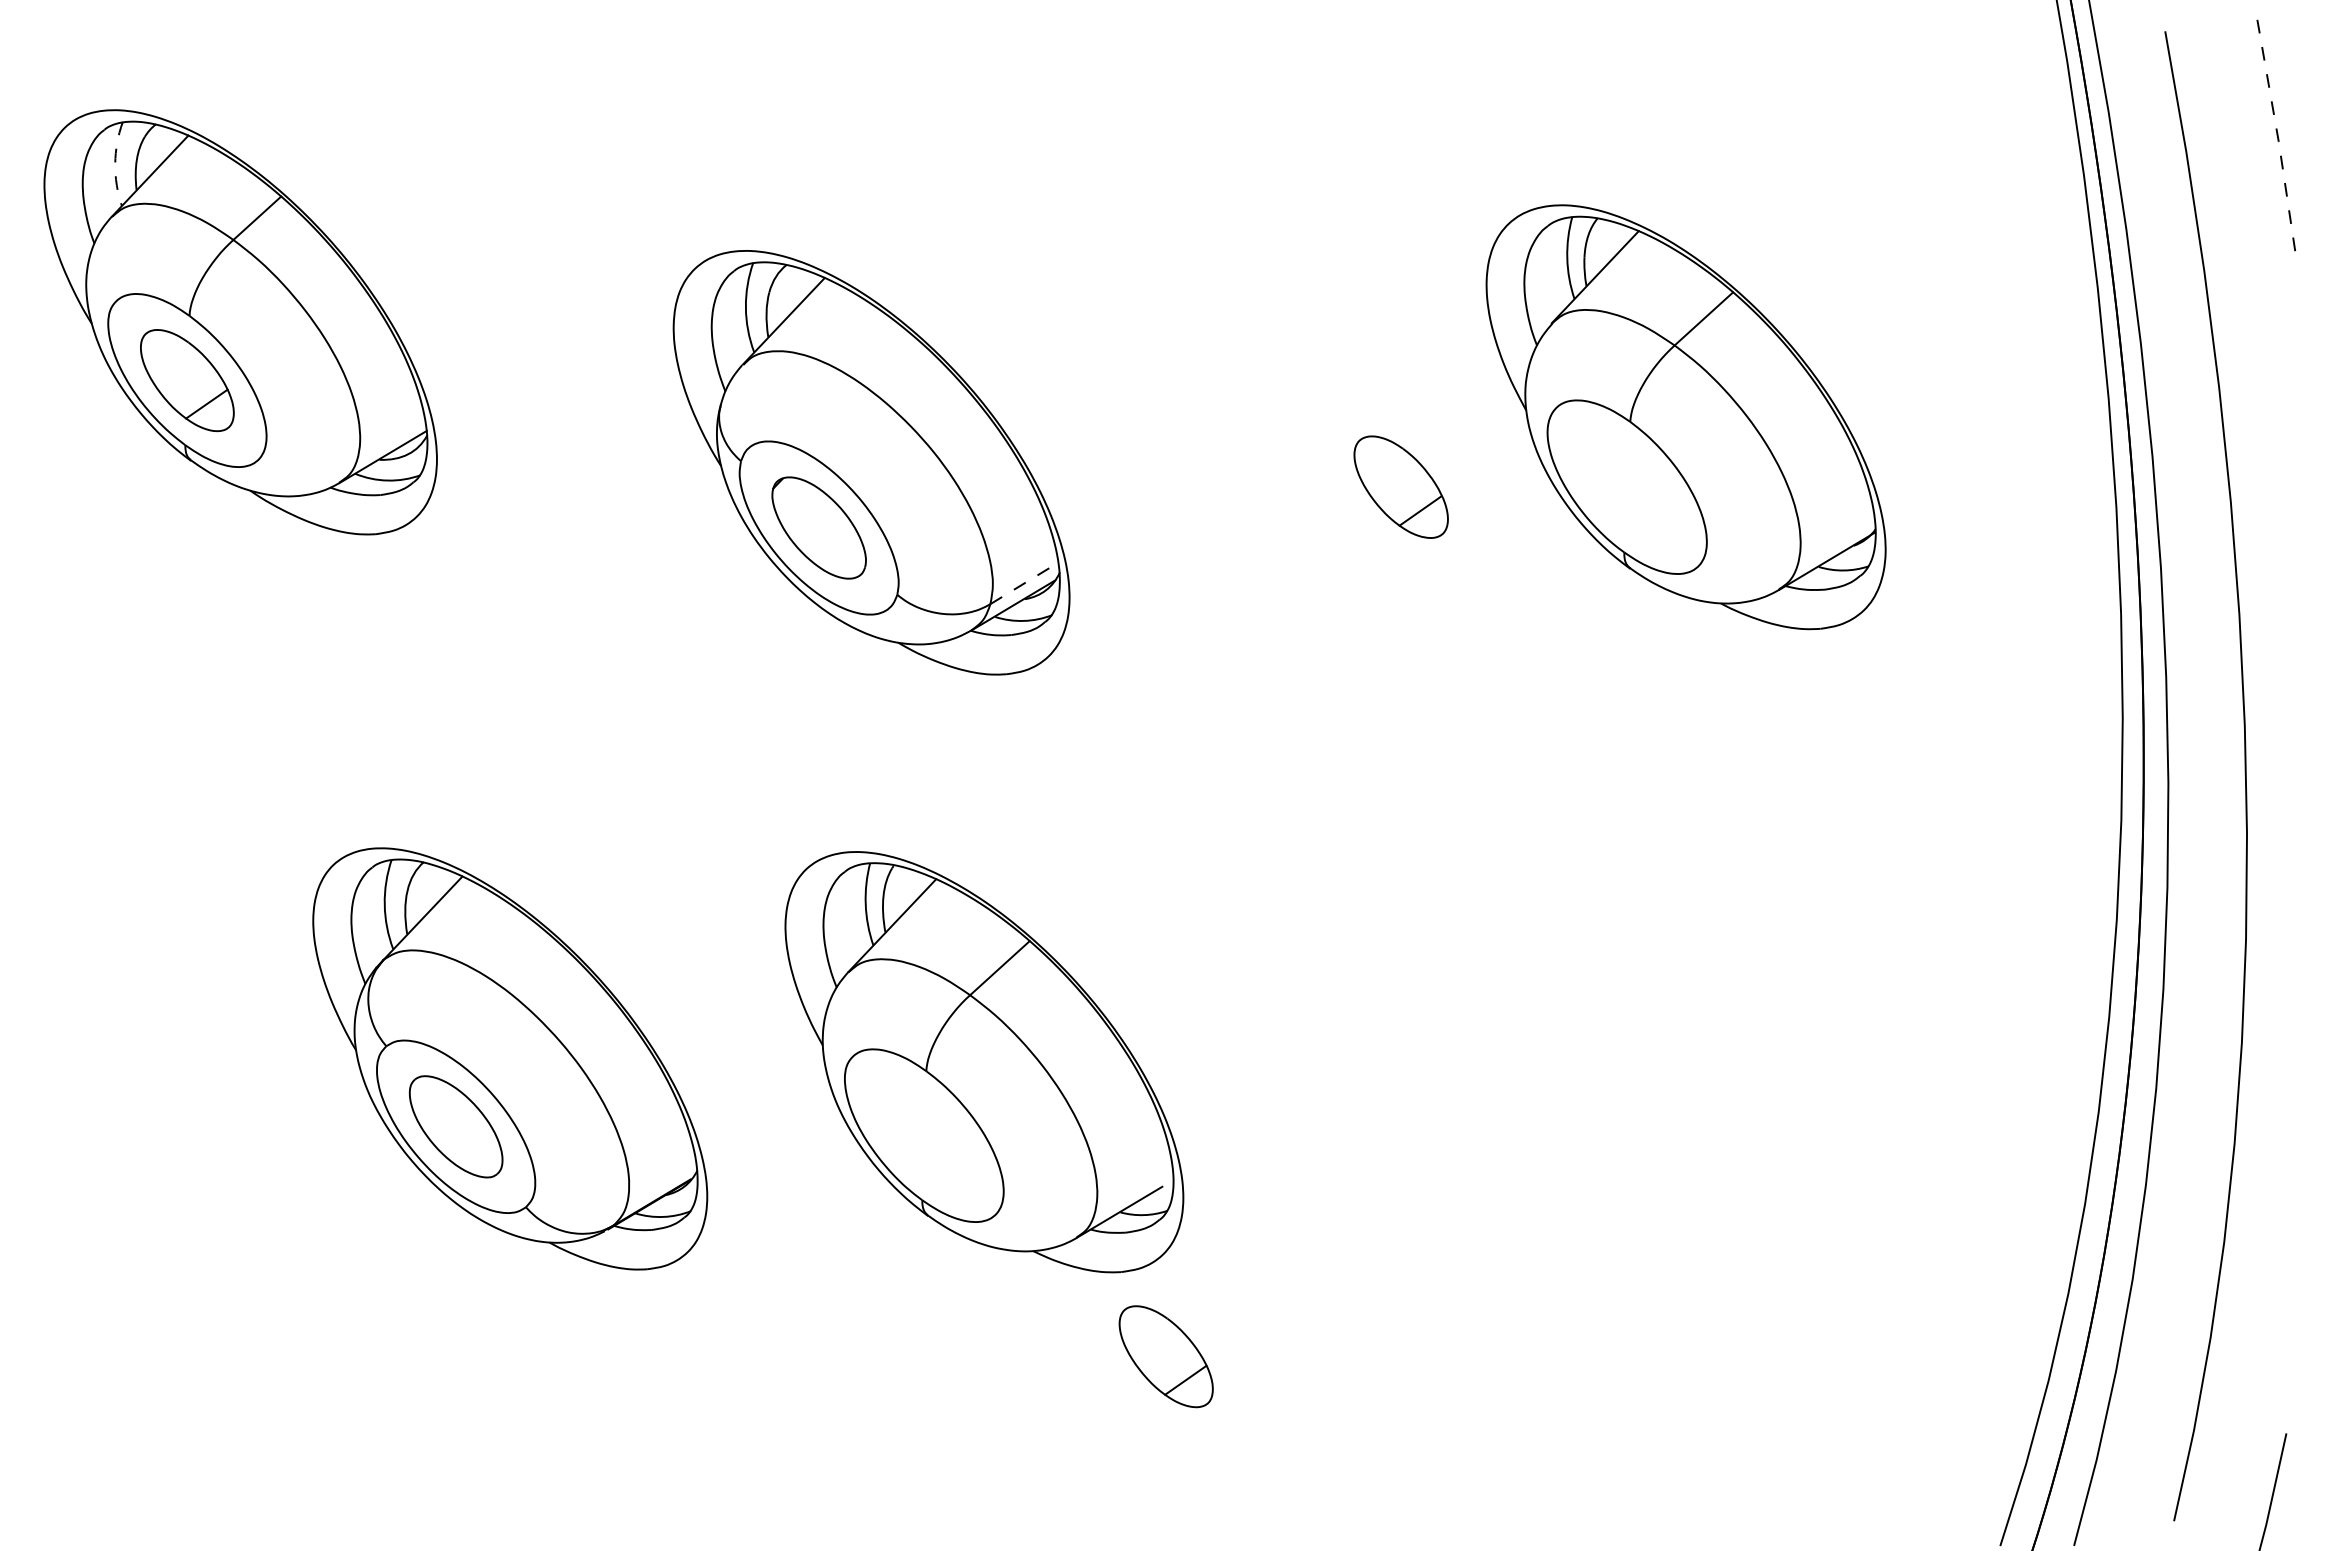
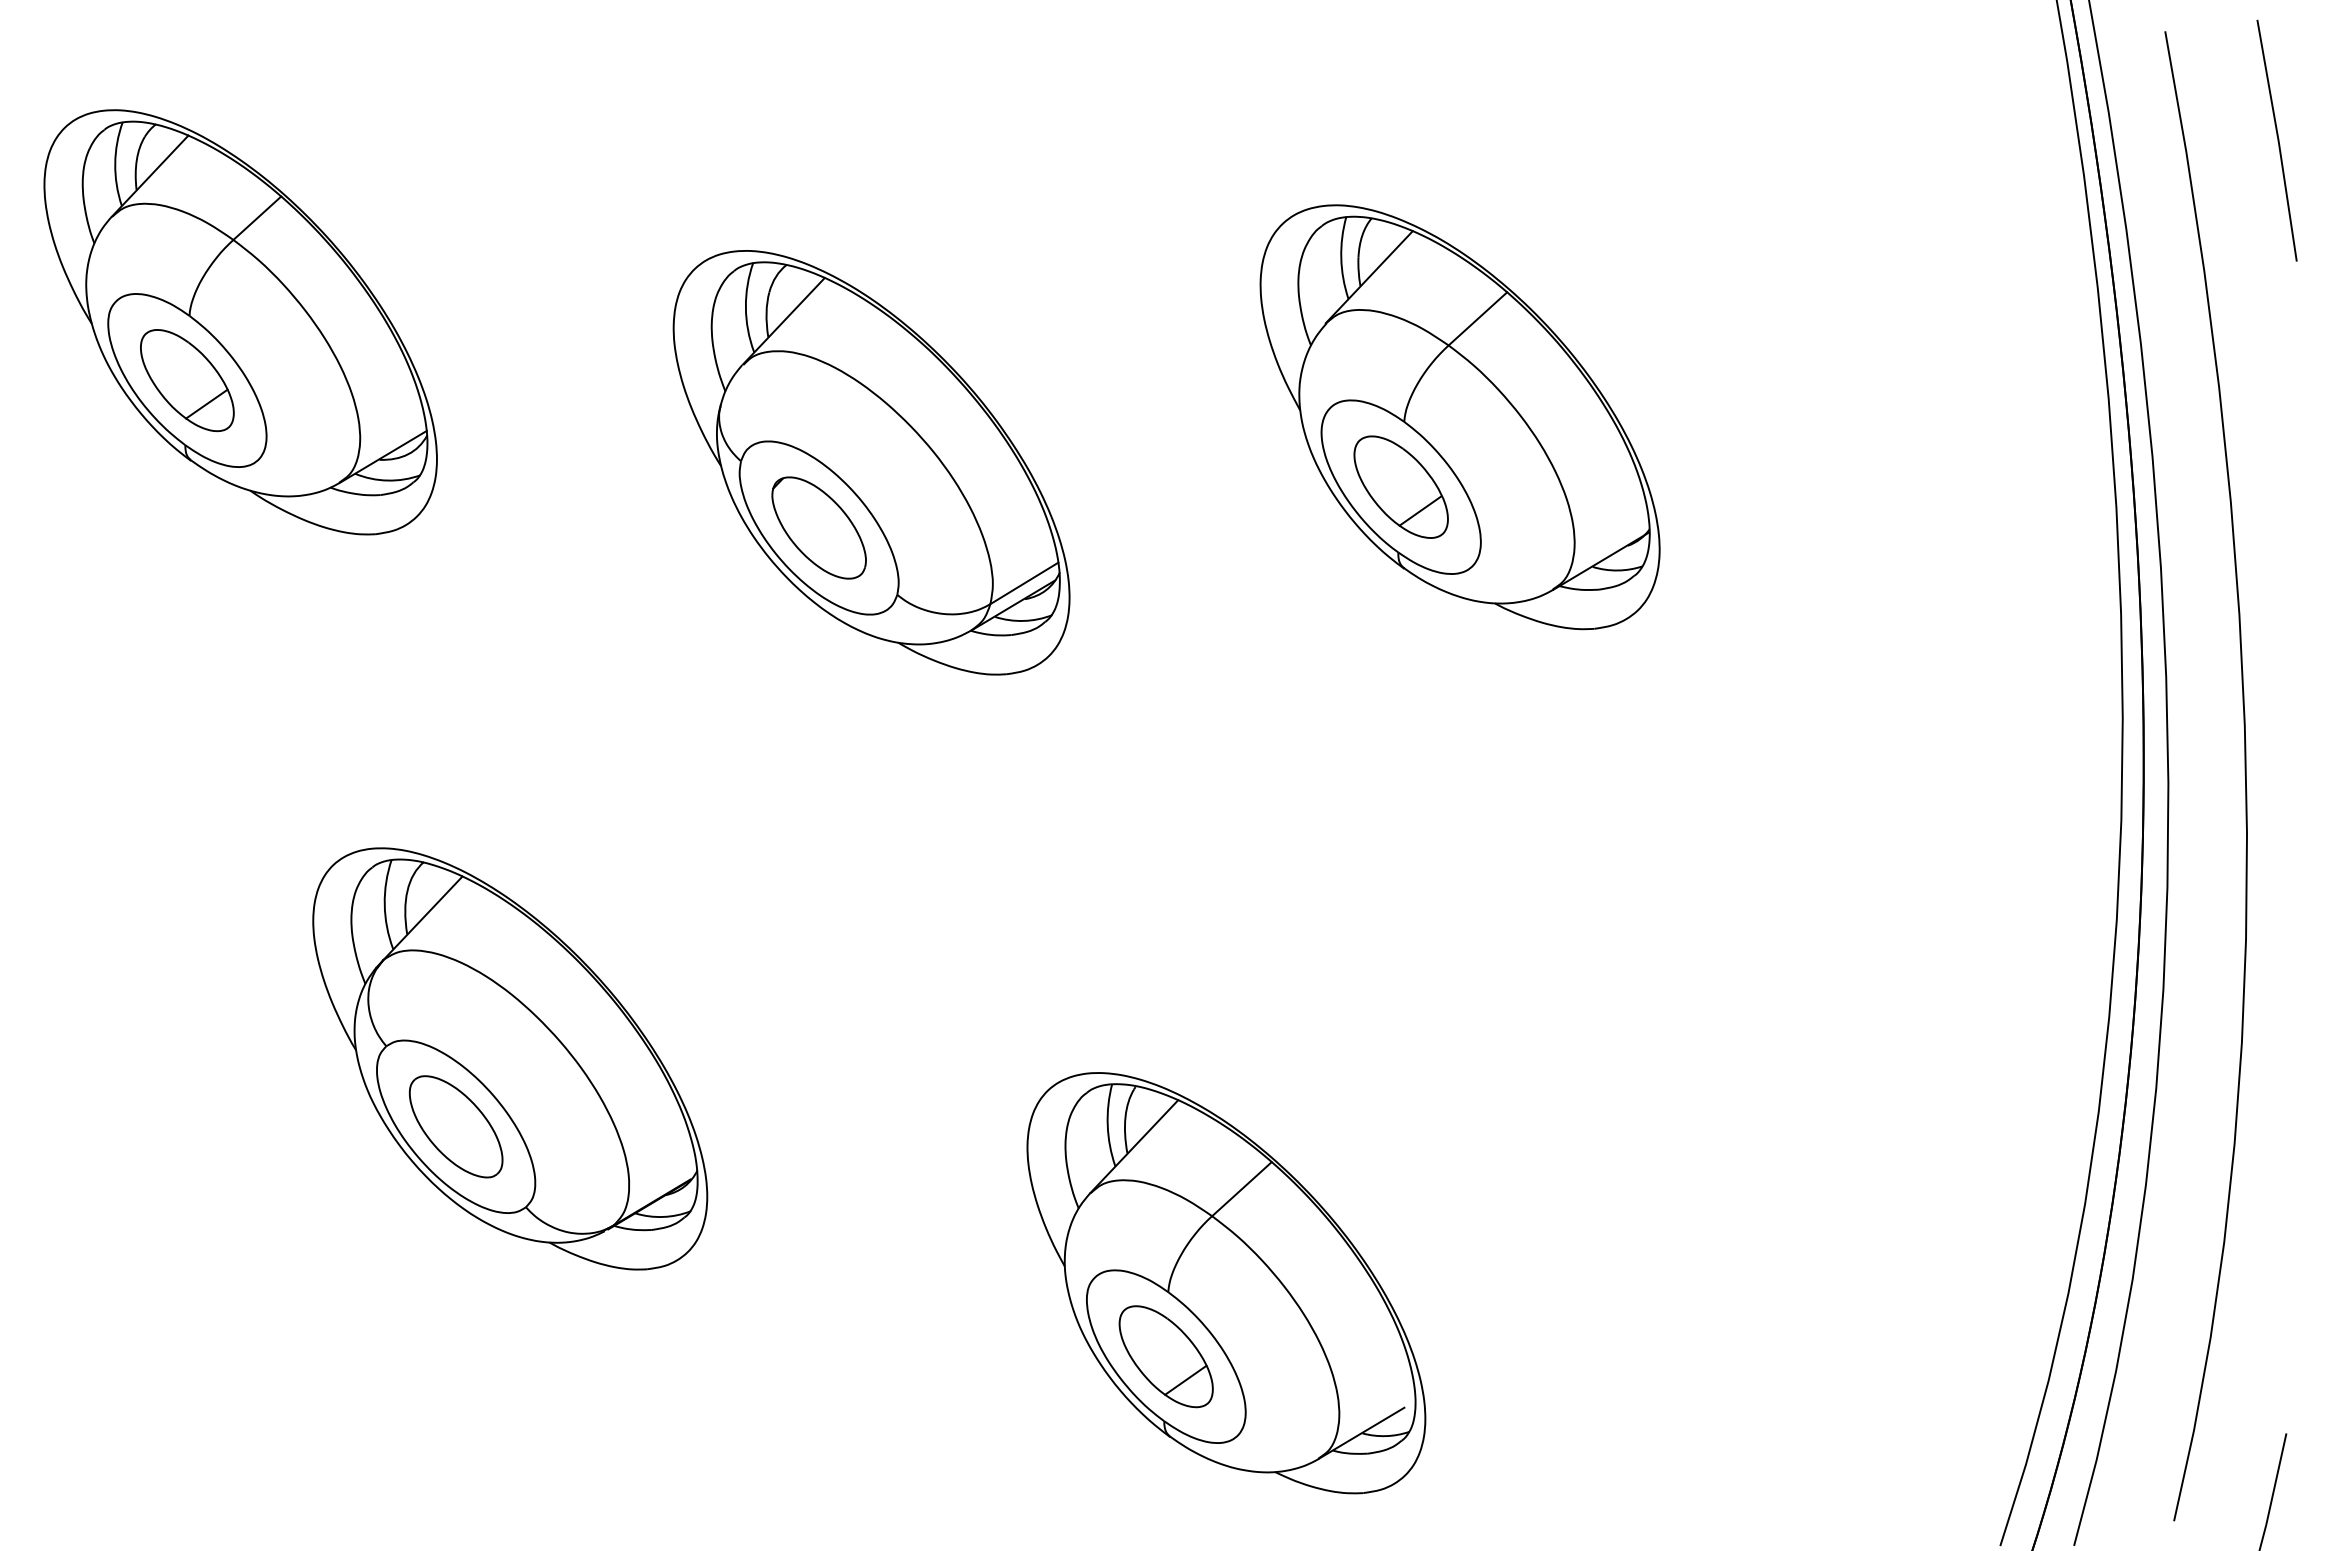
line at (2278, 141): dashed -> solid
arc at (115, 163): dashed -> solid
part at (1685, 417) position: (1685, 417) -> (1459, 417)
line at (1024, 583): dashed -> solid
part at (984, 1062) position: (984, 1062) -> (1226, 1283)
